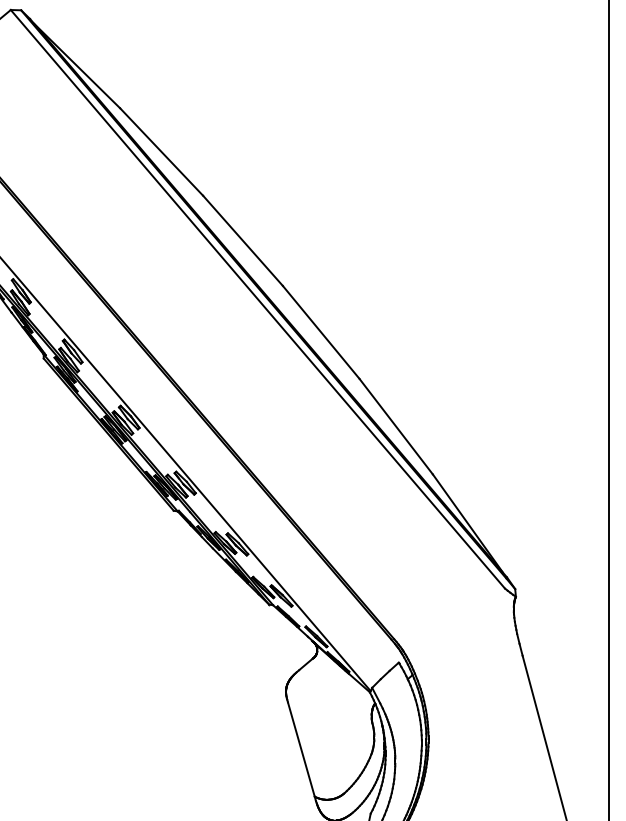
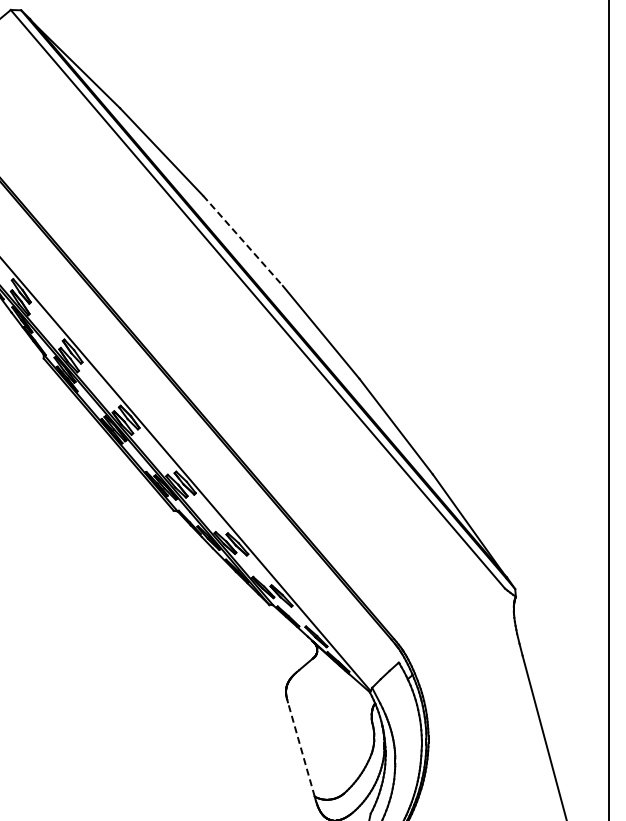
line at (243, 241): solid -> dashed
line at (301, 749): solid -> dashed
